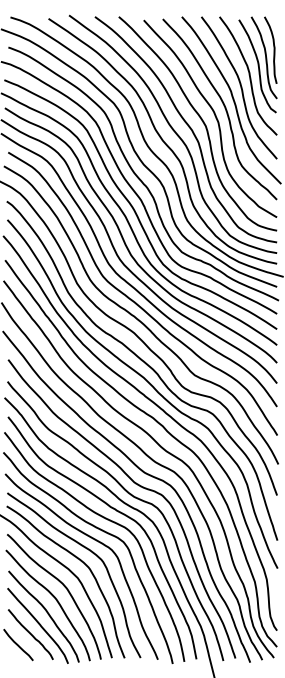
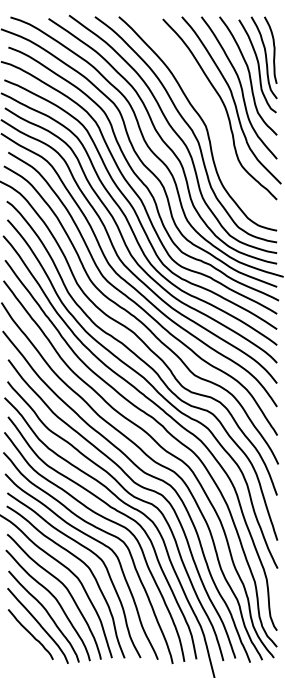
curve at (214, 116): present -> none
line at (18, 644): present -> none
